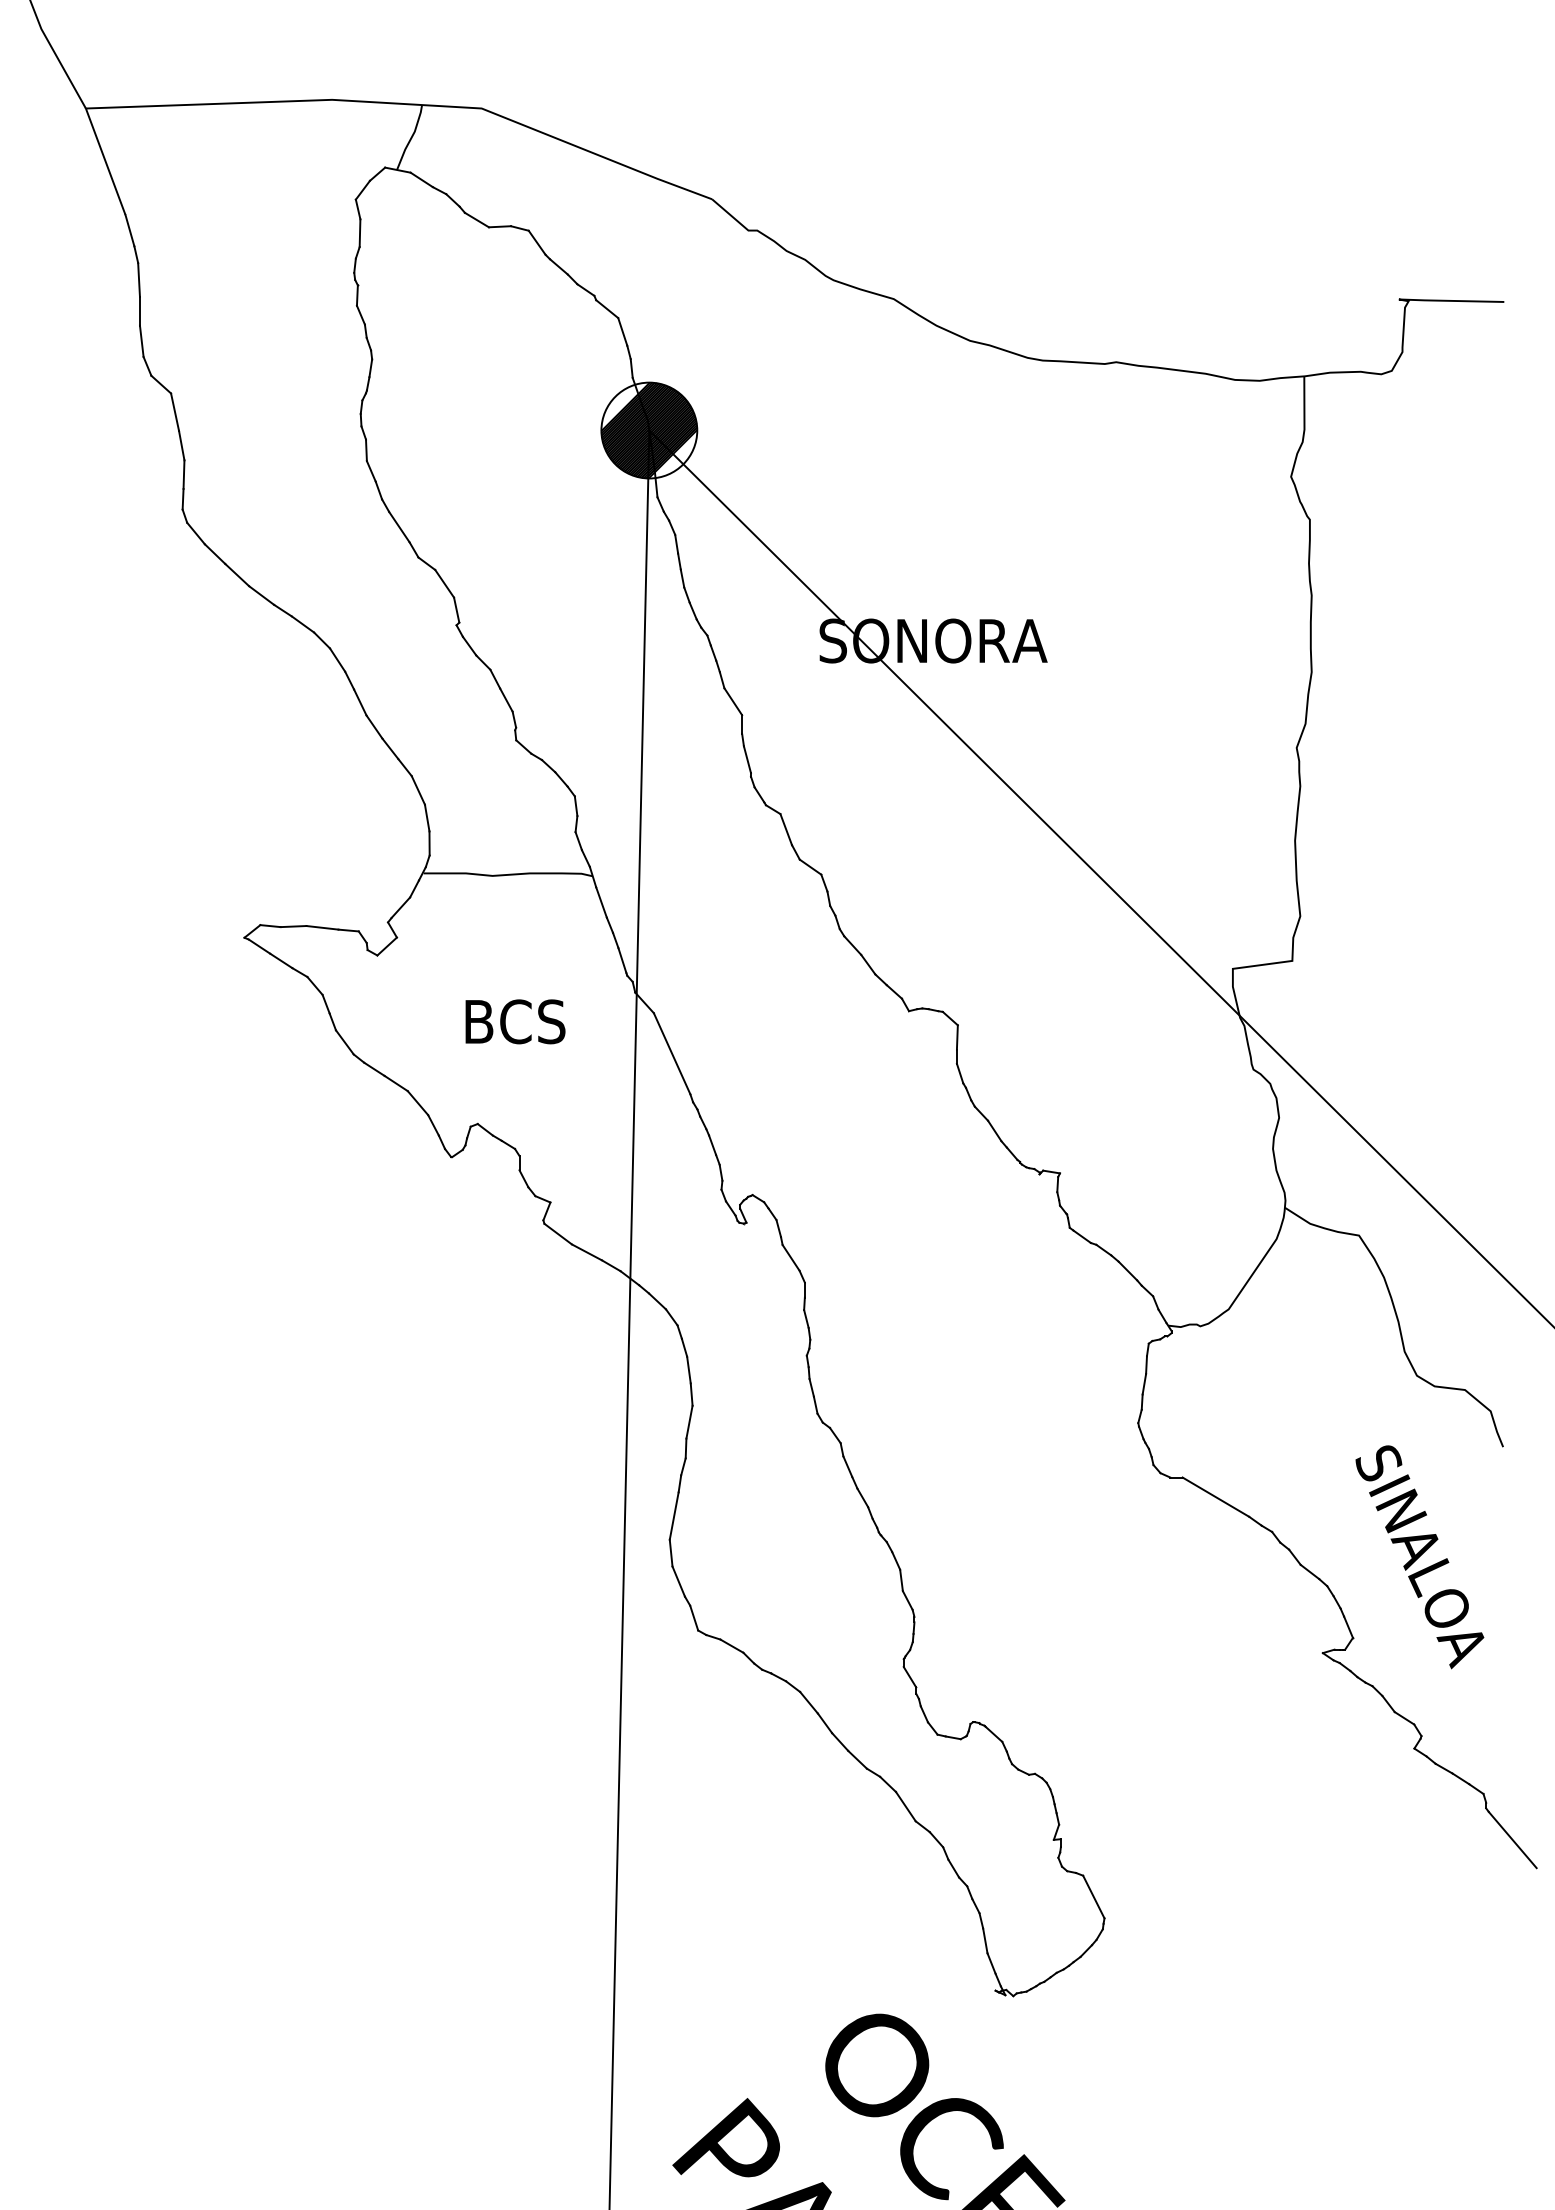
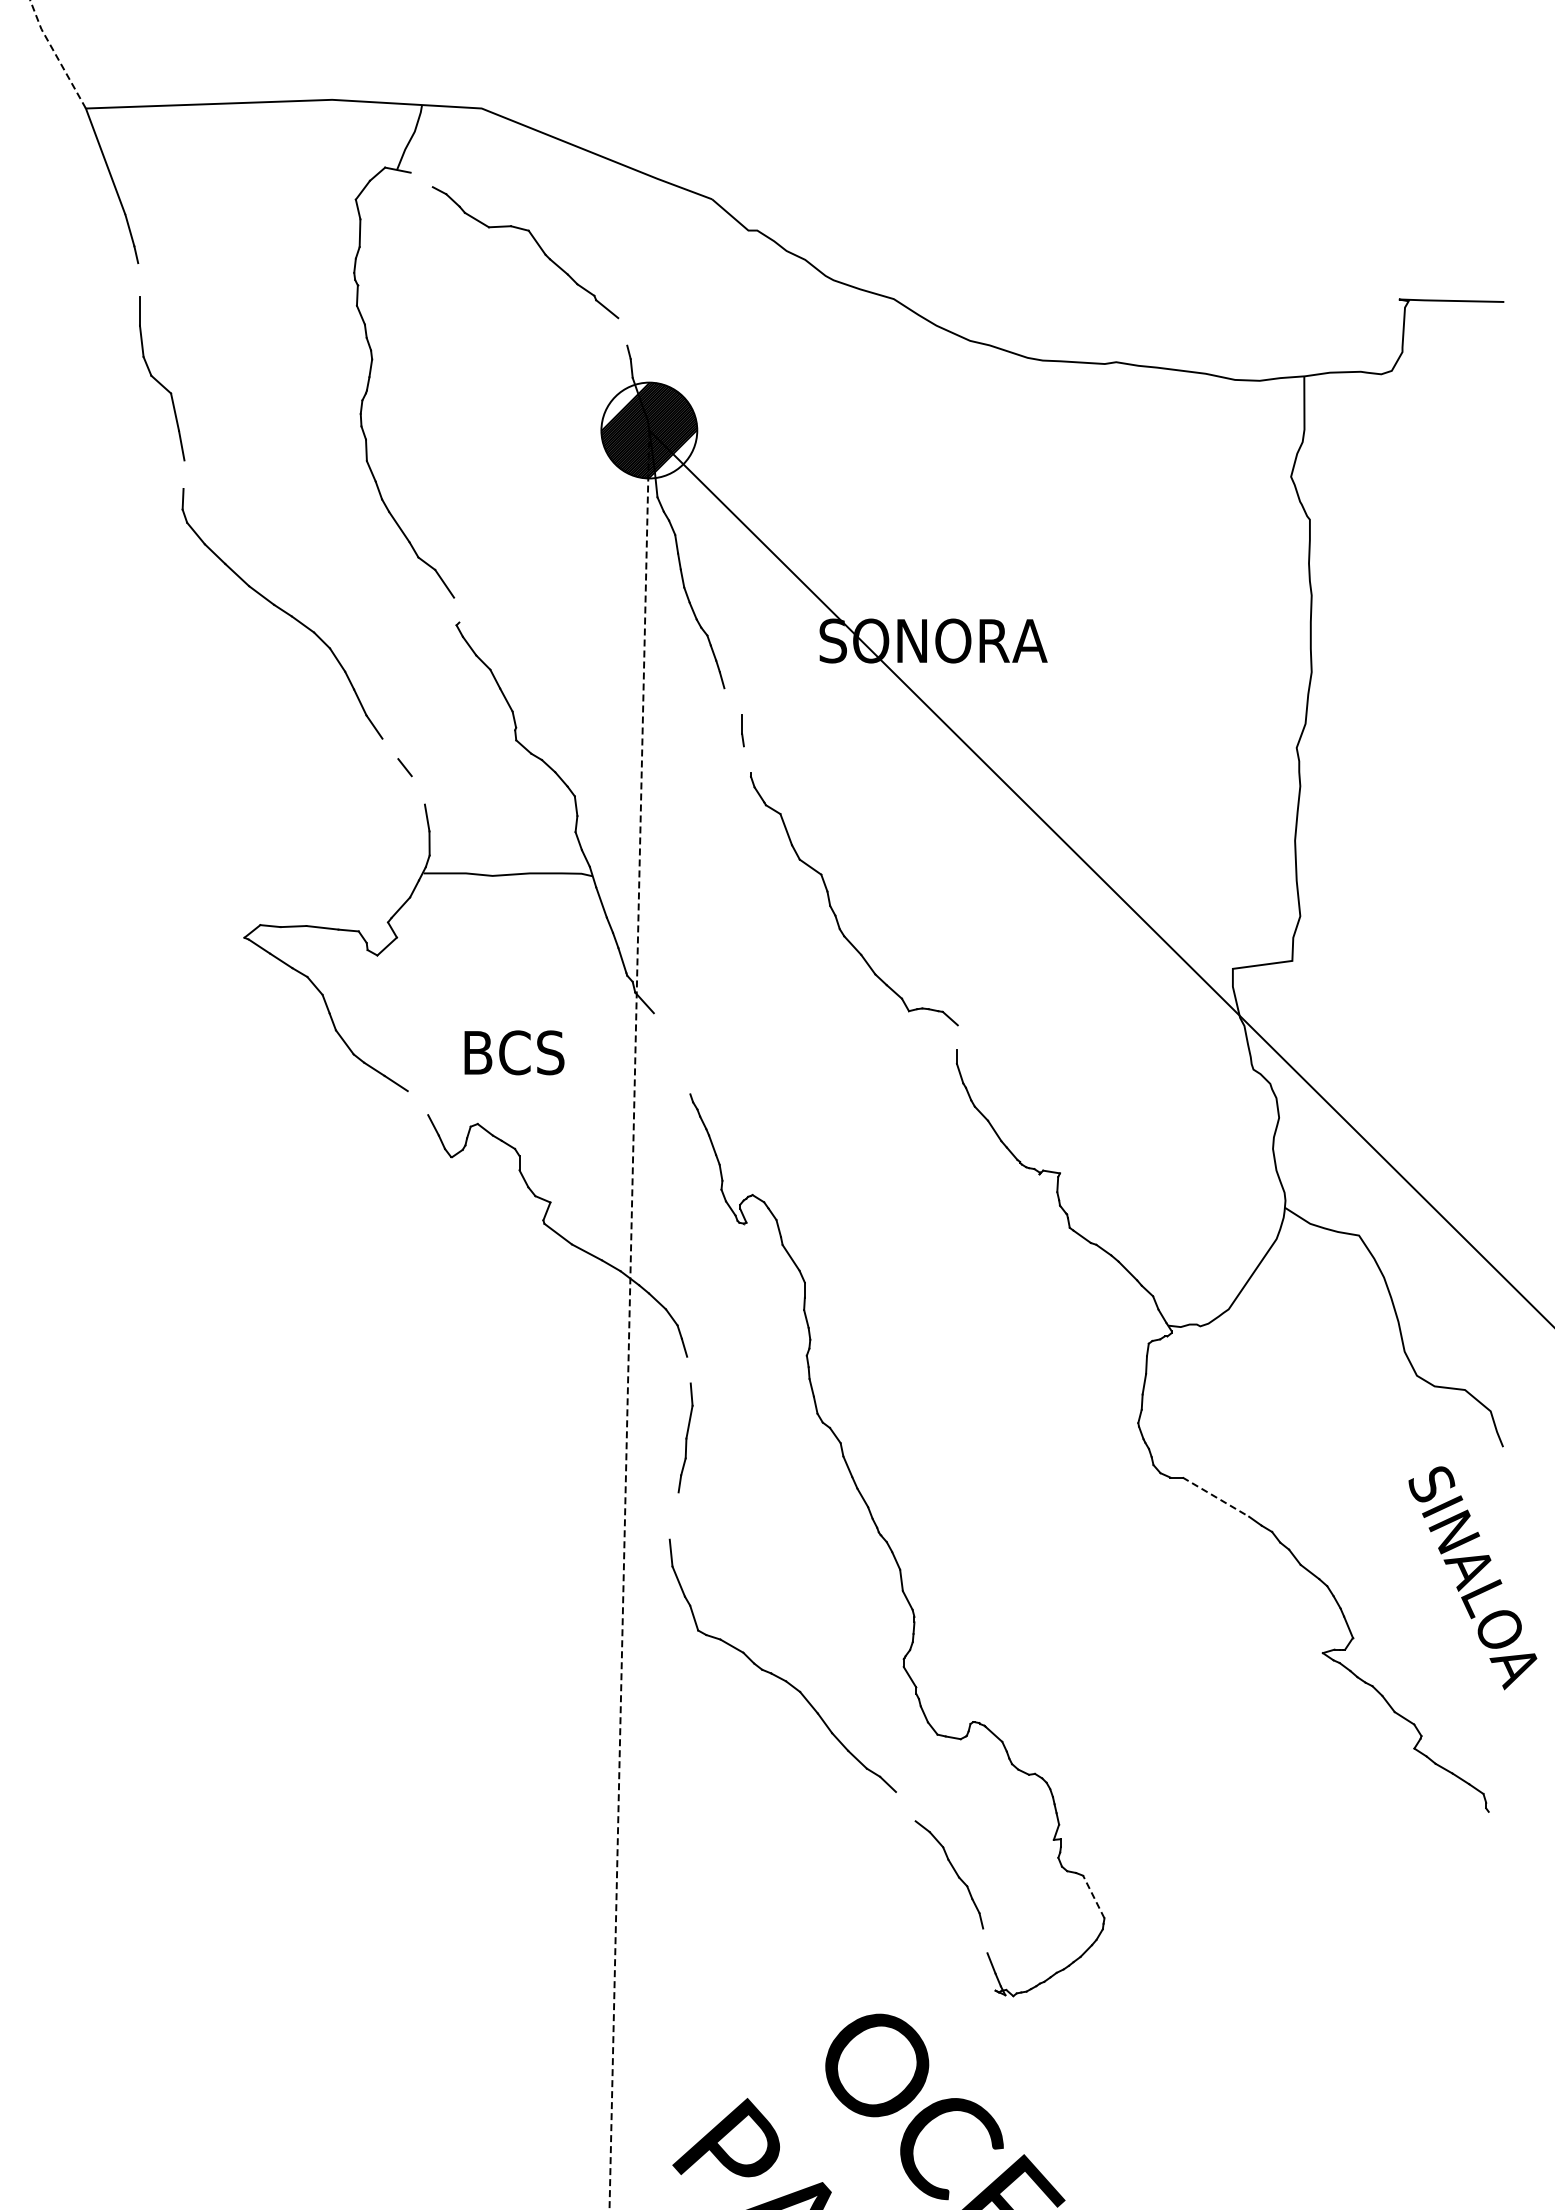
line at (55, 54): solid -> dashed
line at (421, 179): present -> none
line at (138, 280): present -> none
line at (622, 331): present -> none
line at (183, 474): present -> none
line at (456, 609): present -> none
line at (733, 701): present -> none
line at (390, 748): present -> none
line at (746, 759): present -> none
line at (417, 790): present -> none
text at (515, 1021) position: (515, 1021) -> (514, 1052)
line at (956, 1037): present -> none
line at (671, 1053): present -> none
line at (417, 1103): present -> none
line at (629, 1320): solid -> dashed
line at (688, 1369): present -> none
line at (1215, 1497): solid -> dashed
line at (673, 1515): present -> none
text at (1419, 1557) position: (1419, 1557) -> (1472, 1578)
line at (905, 1806): present -> none
line at (1512, 1839): present -> none
line at (1093, 1897): solid -> dashed
line at (985, 1940): present -> none
